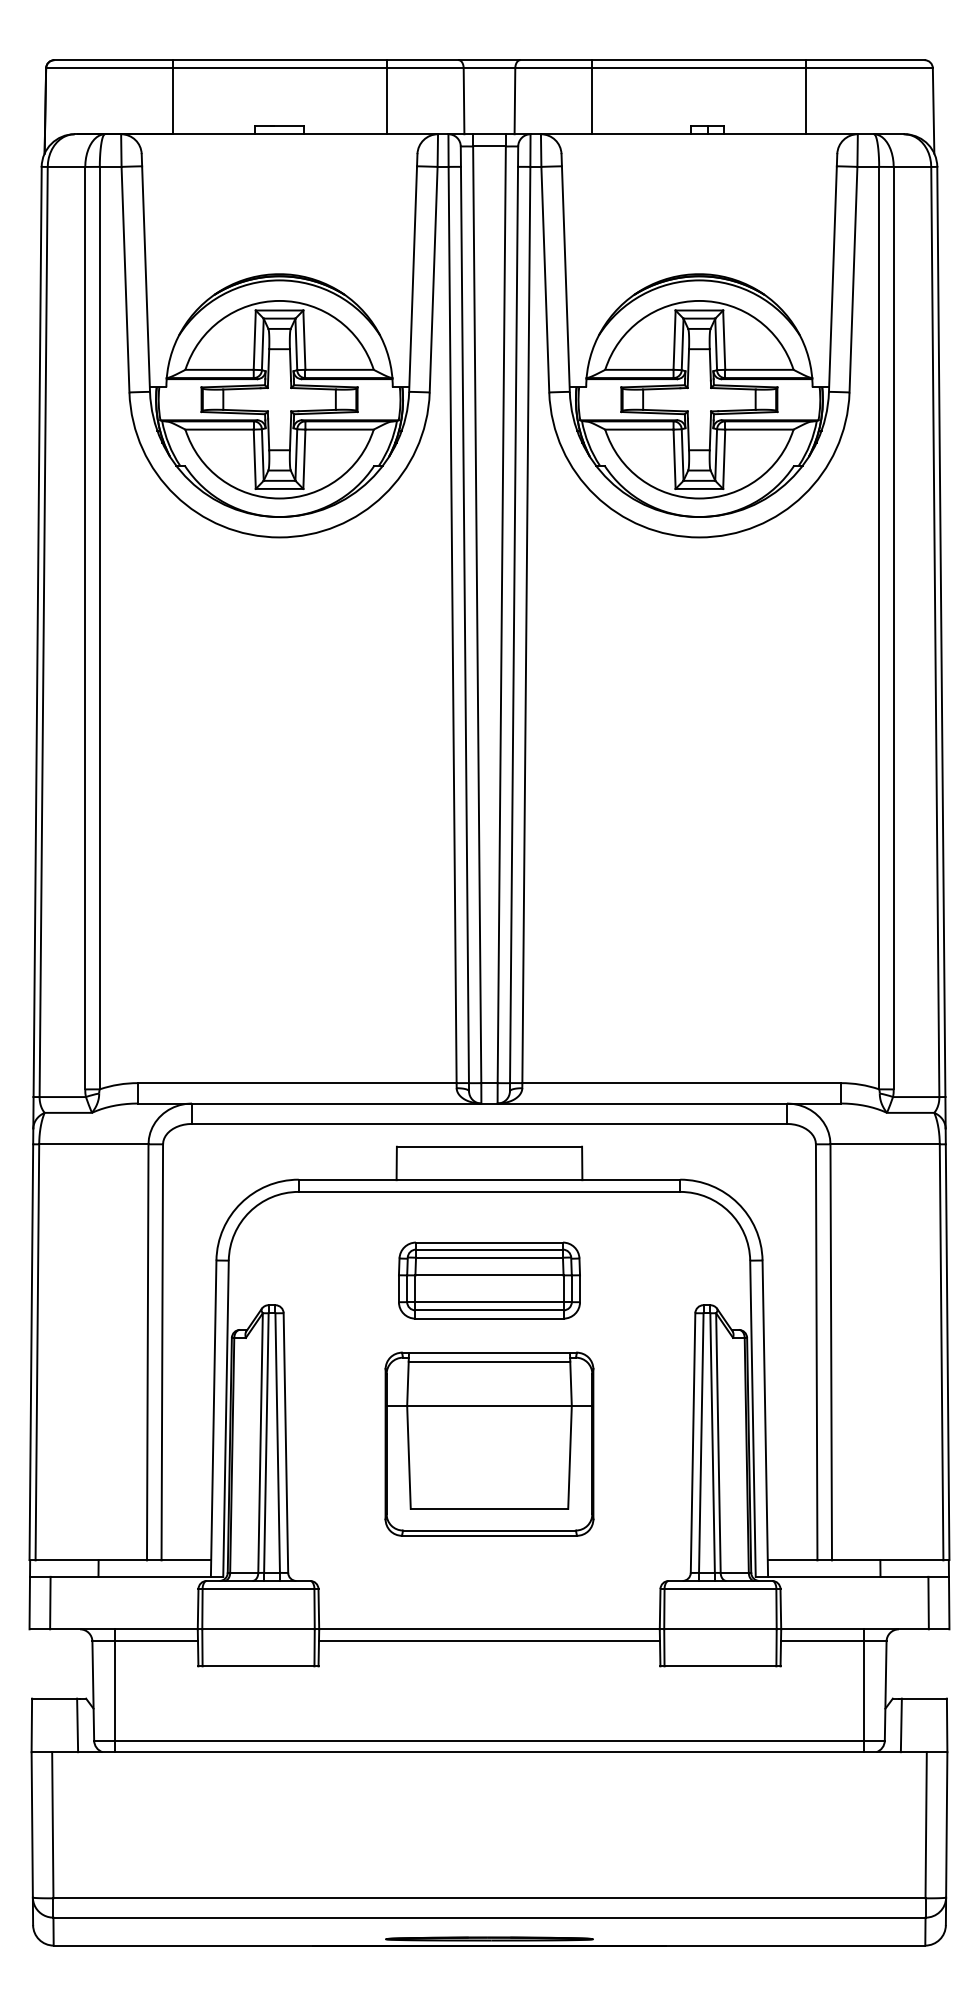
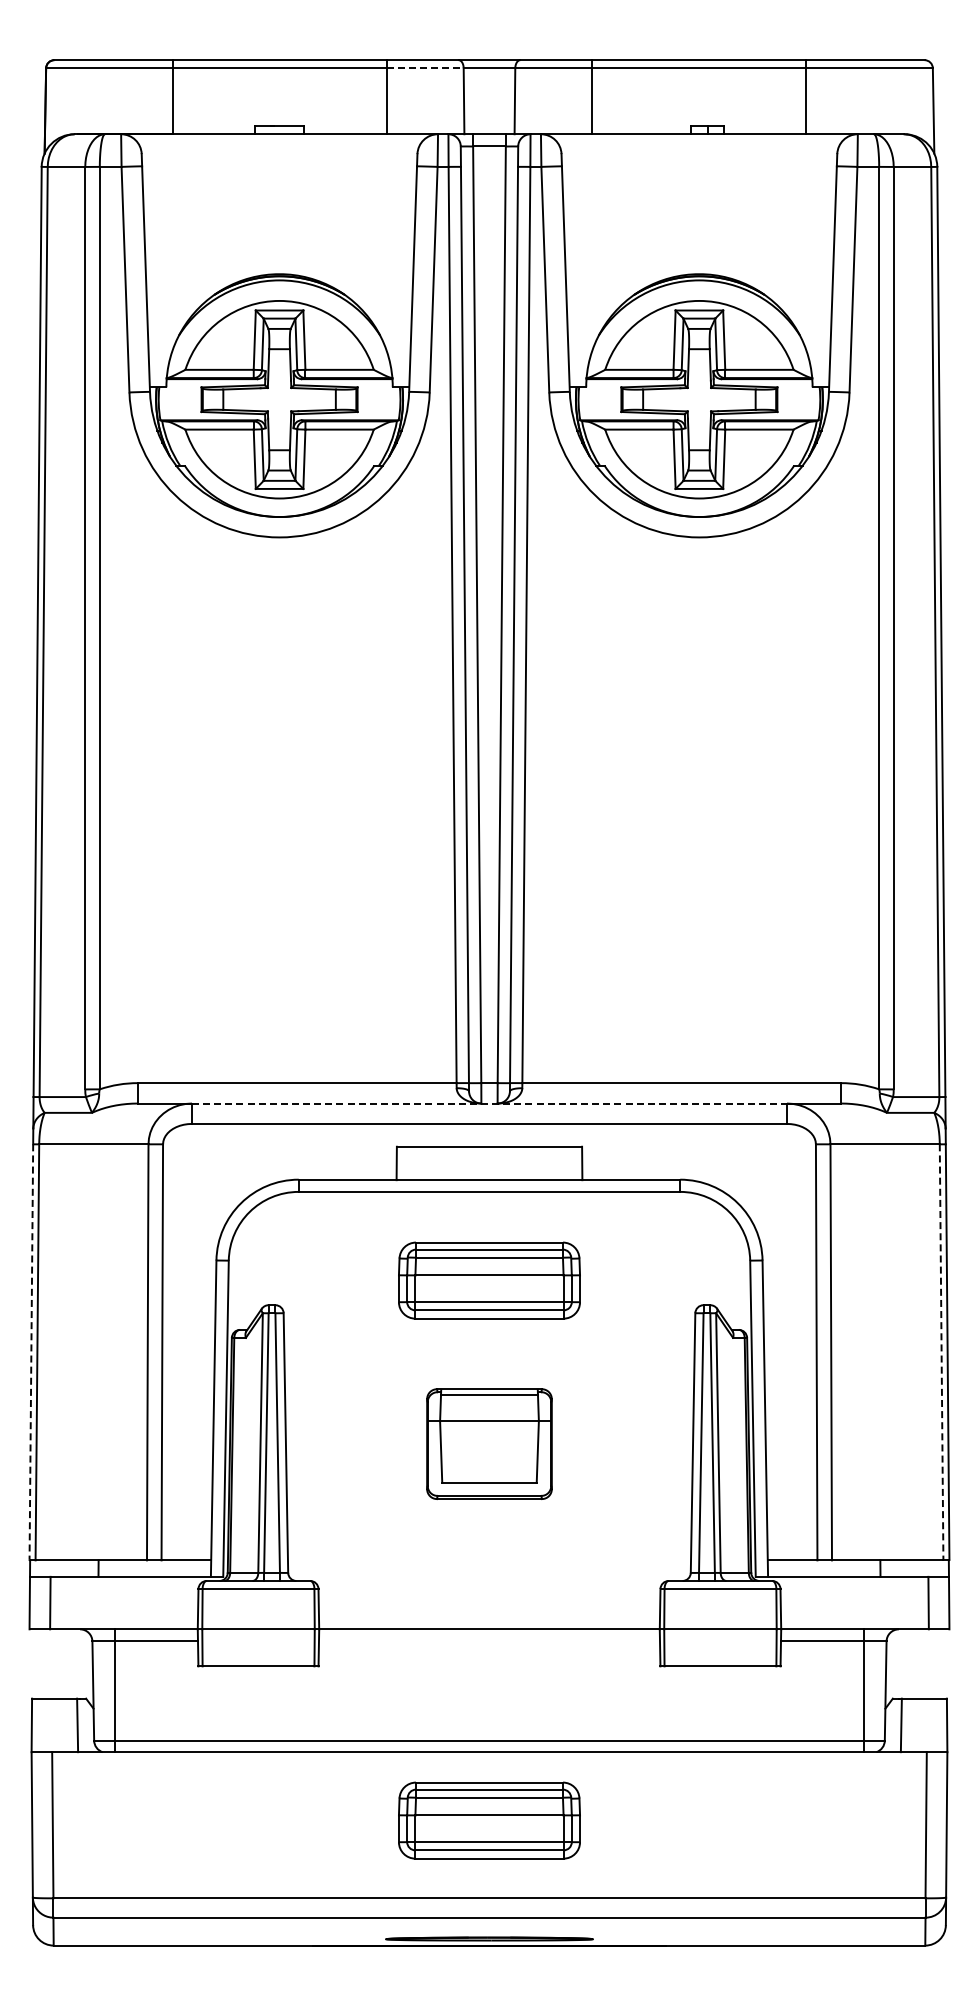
line at (425, 68): solid -> dashed
line at (489, 1103): solid -> dashed
line at (31, 1352): solid -> dashed
line at (941, 1352): solid -> dashed
part at (489, 1443) size: 211x186 px -> 127x112 px
line at (489, 1641): present -> none
part at (489, 1820): none -> present
